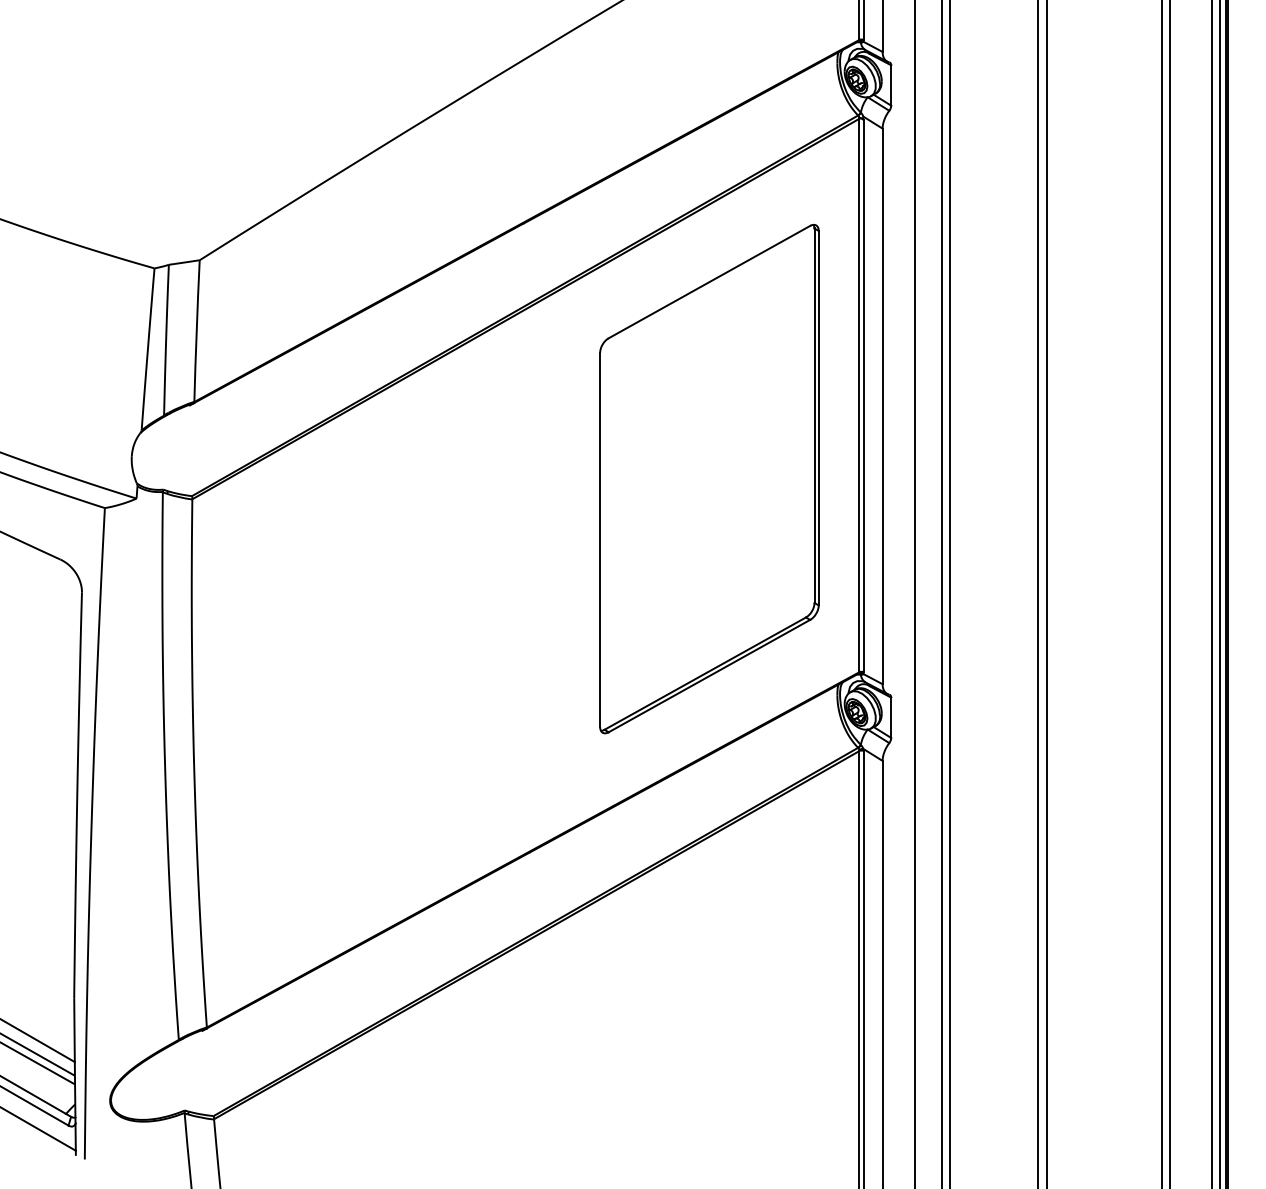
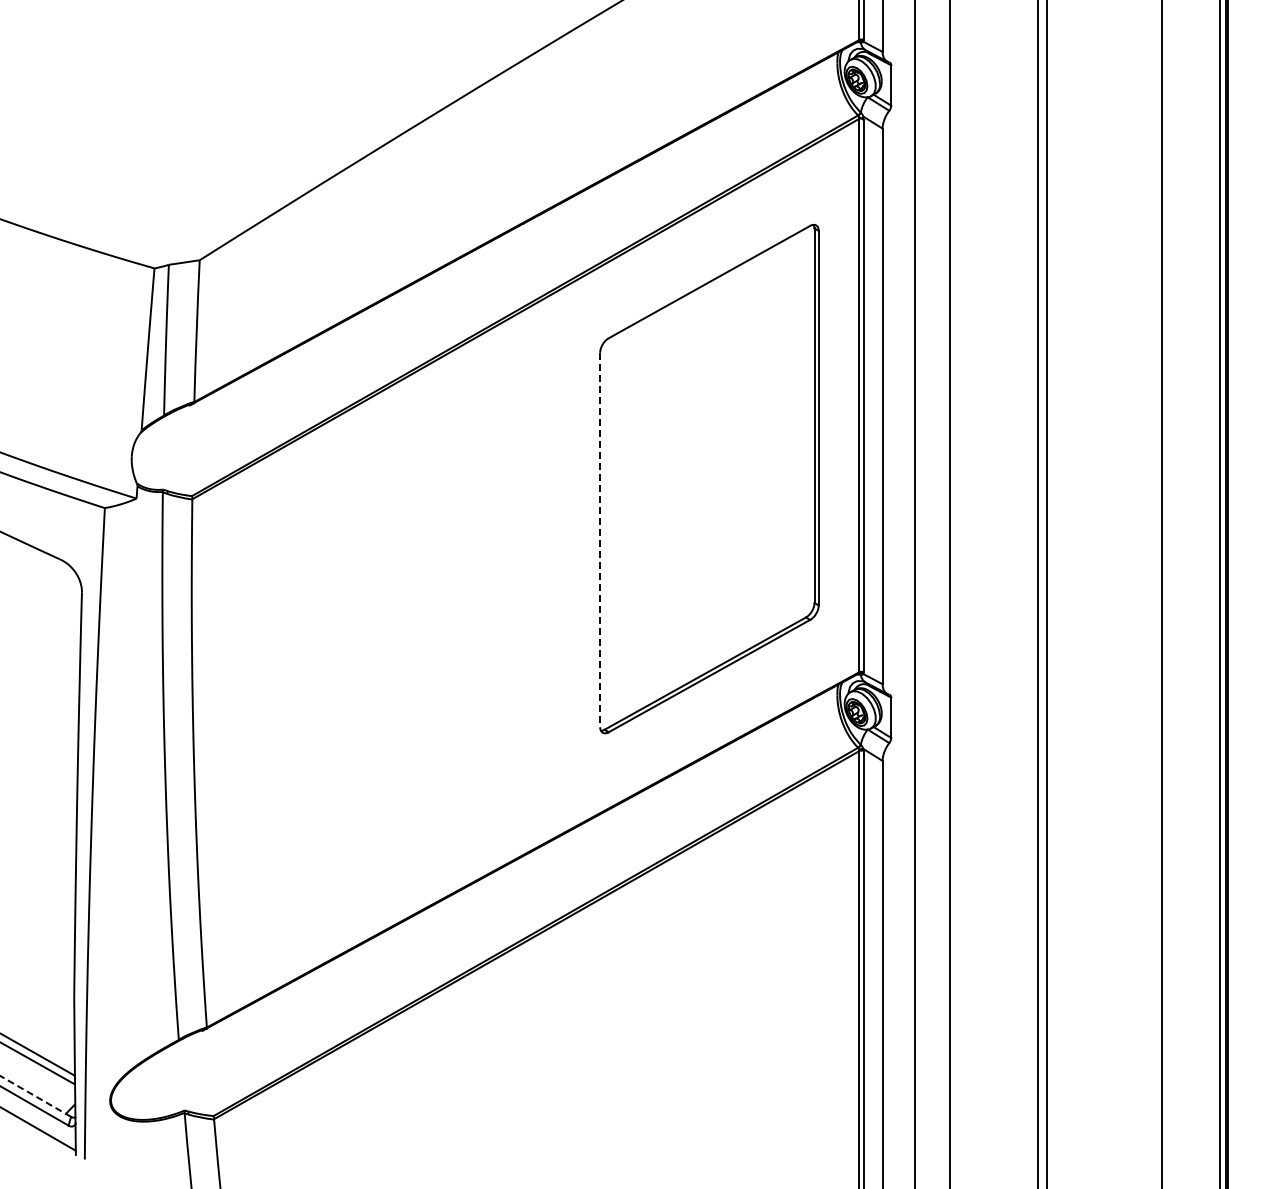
line at (600, 540): solid -> dashed
line at (941, 593): present -> none
line at (1170, 593): present -> none
line at (1211, 593): present -> none
line at (38, 1041): present -> none
line at (33, 1094): solid -> dashed
